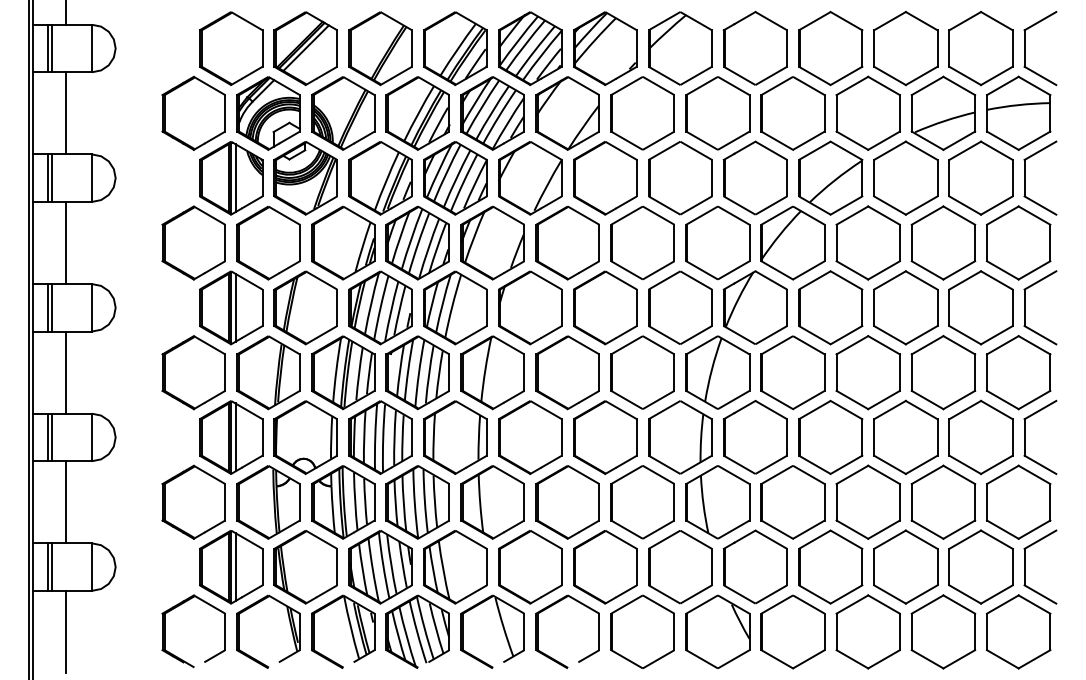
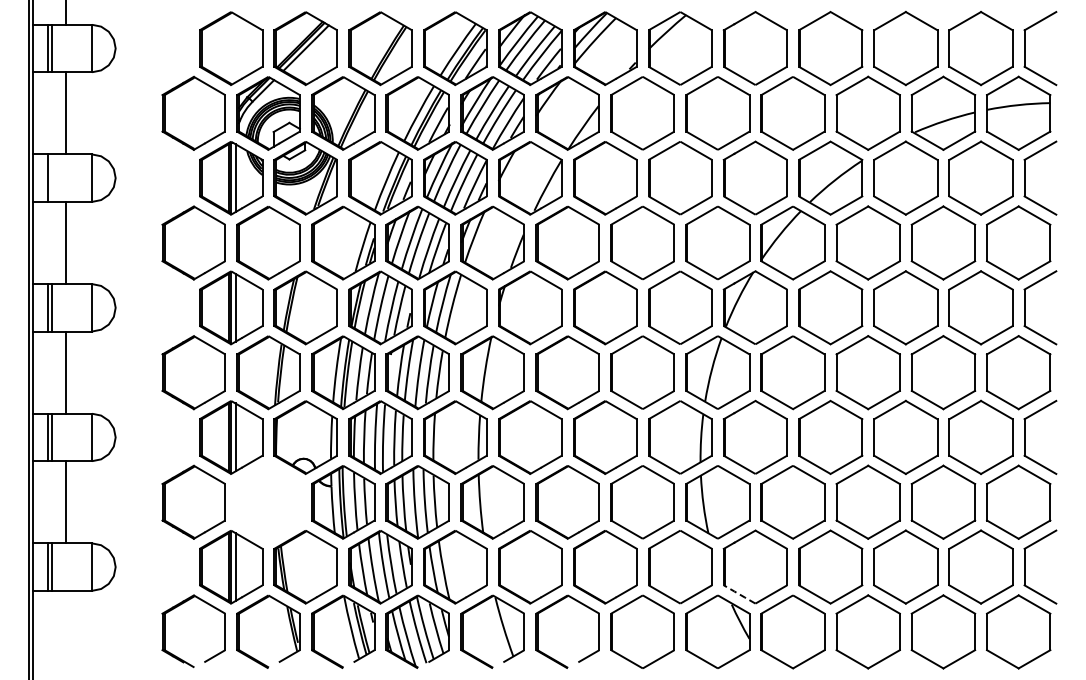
line at (52, 177): present -> none
part at (268, 502): present -> none
line at (739, 594): solid -> dashed
line at (65, 631): present -> none
